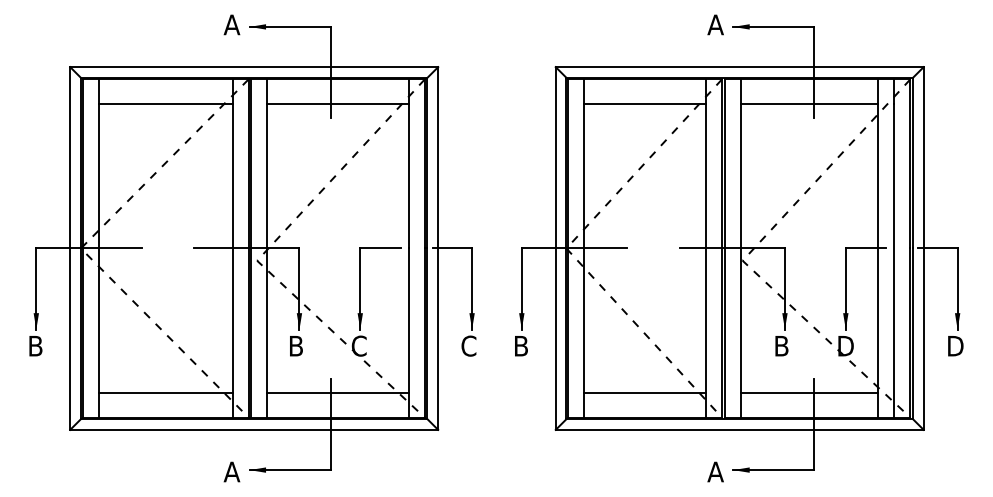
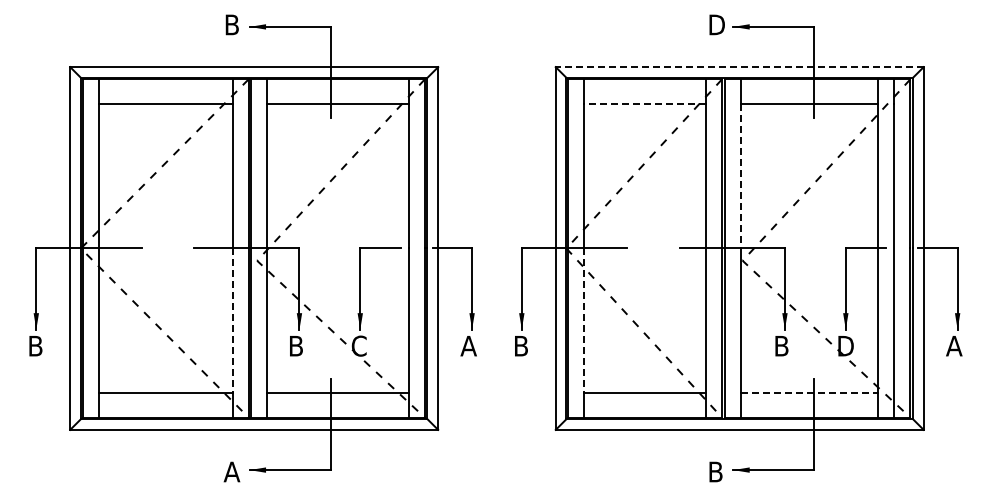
text at (231, 24): A -> B
text at (715, 24): A -> D
line at (739, 67): solid -> dashed
line at (645, 103): solid -> dashed
line at (740, 176): solid -> dashed
line at (232, 321): solid -> dashed
line at (584, 321): solid -> dashed
text at (468, 345): C -> A
text at (954, 346): D -> A
line at (809, 393): solid -> dashed
text at (715, 471): A -> B
